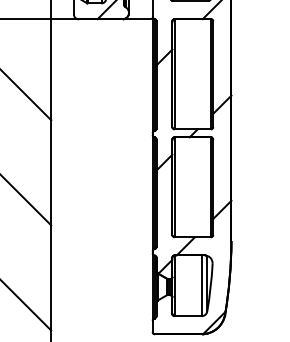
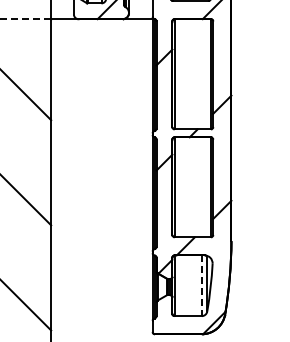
line at (25, 19): solid -> dashed
line at (201, 286): solid -> dashed
